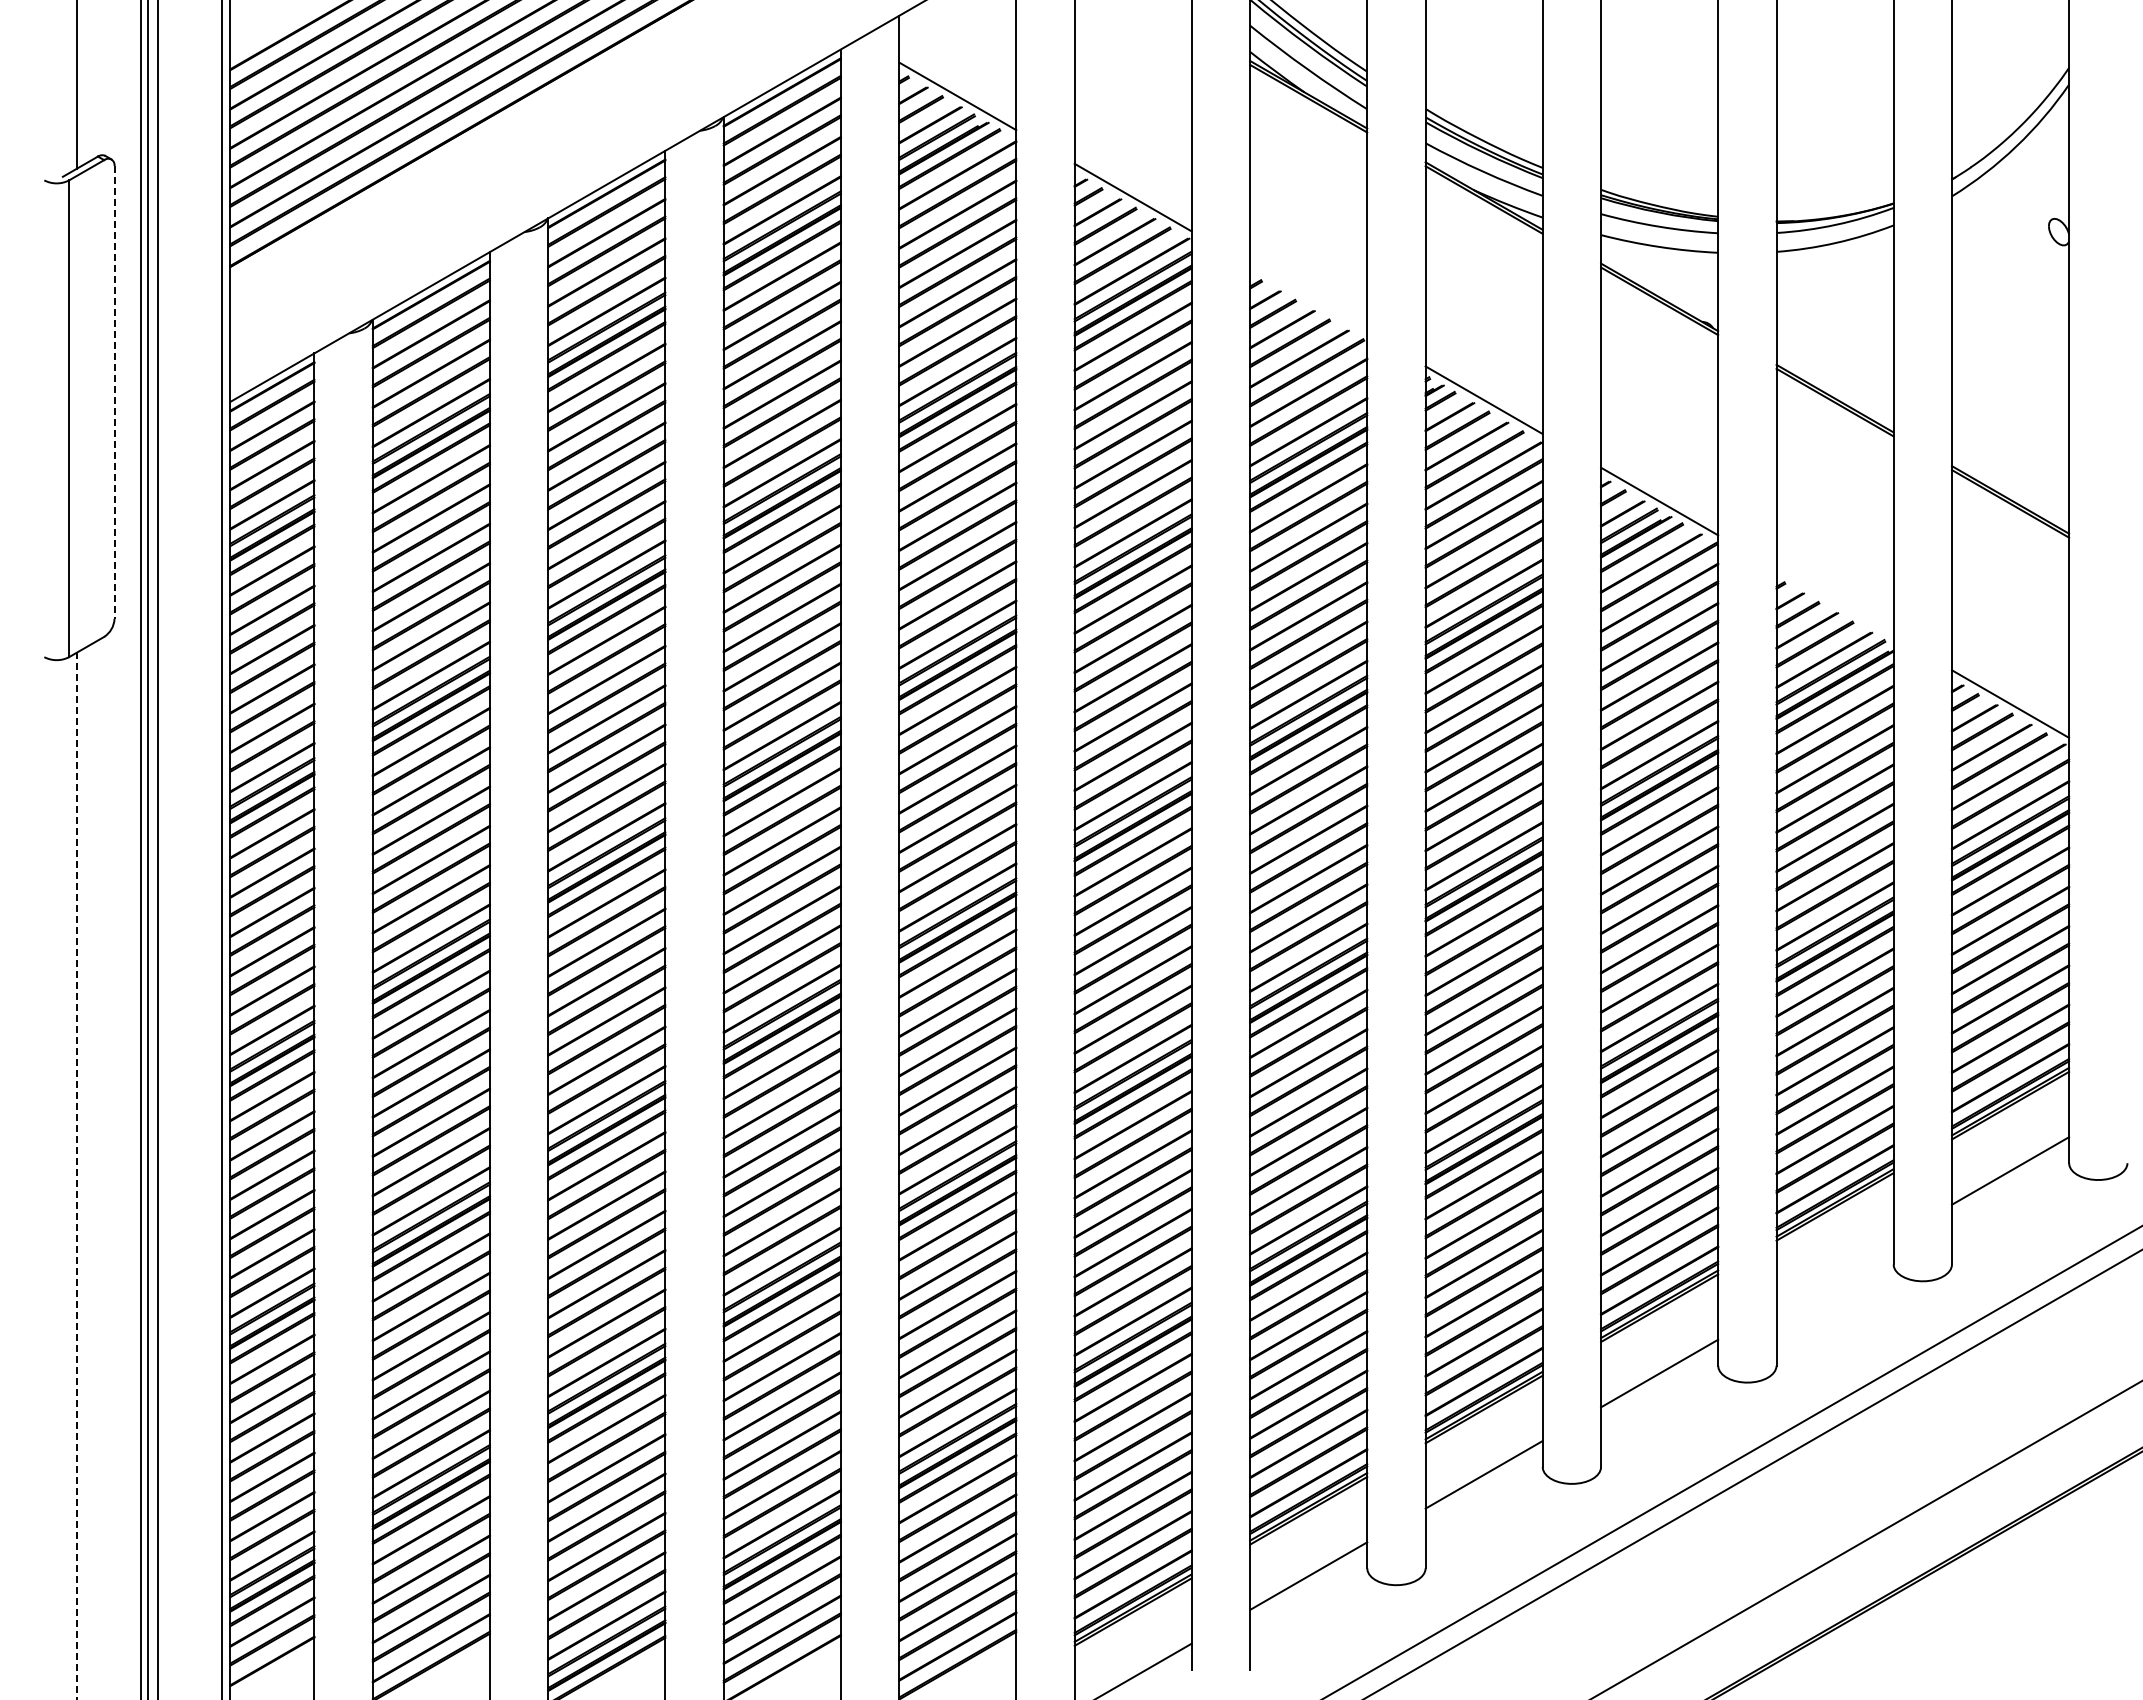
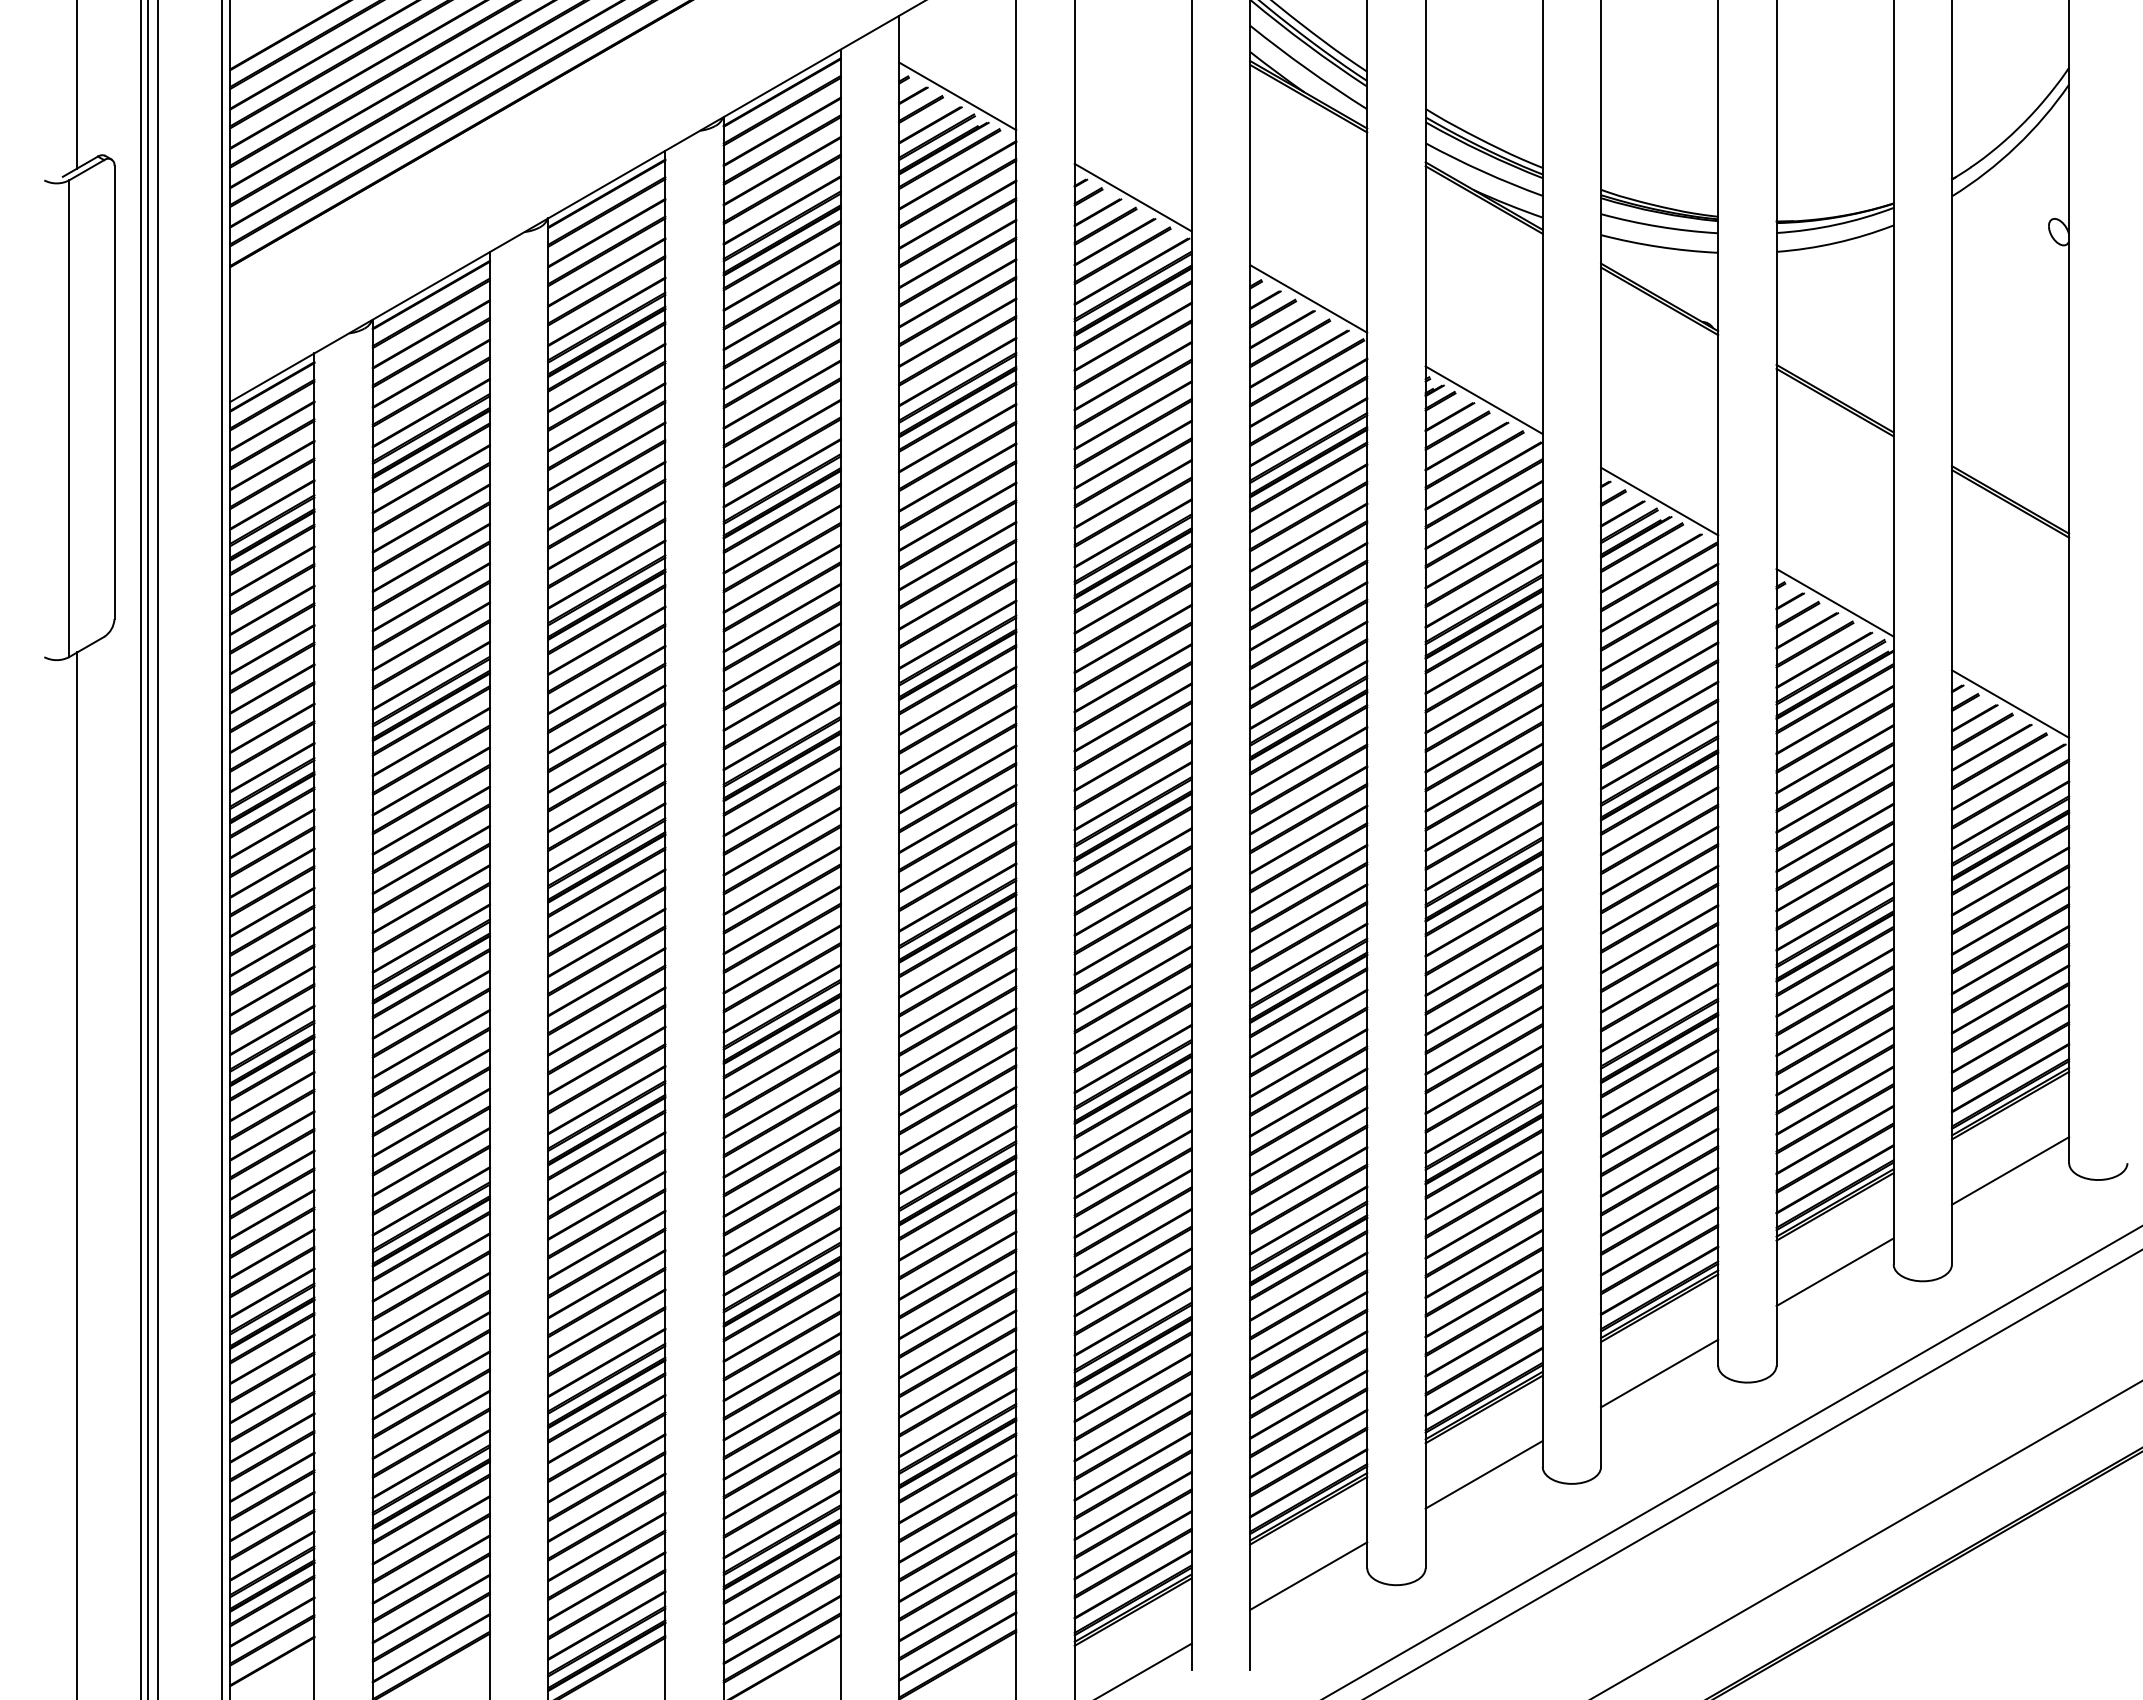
line at (1308, 298): none -> present
line at (114, 393): dashed -> solid
line at (1834, 602): none -> present
line at (77, 1176): dashed -> solid
line at (1834, 1272): none -> present
